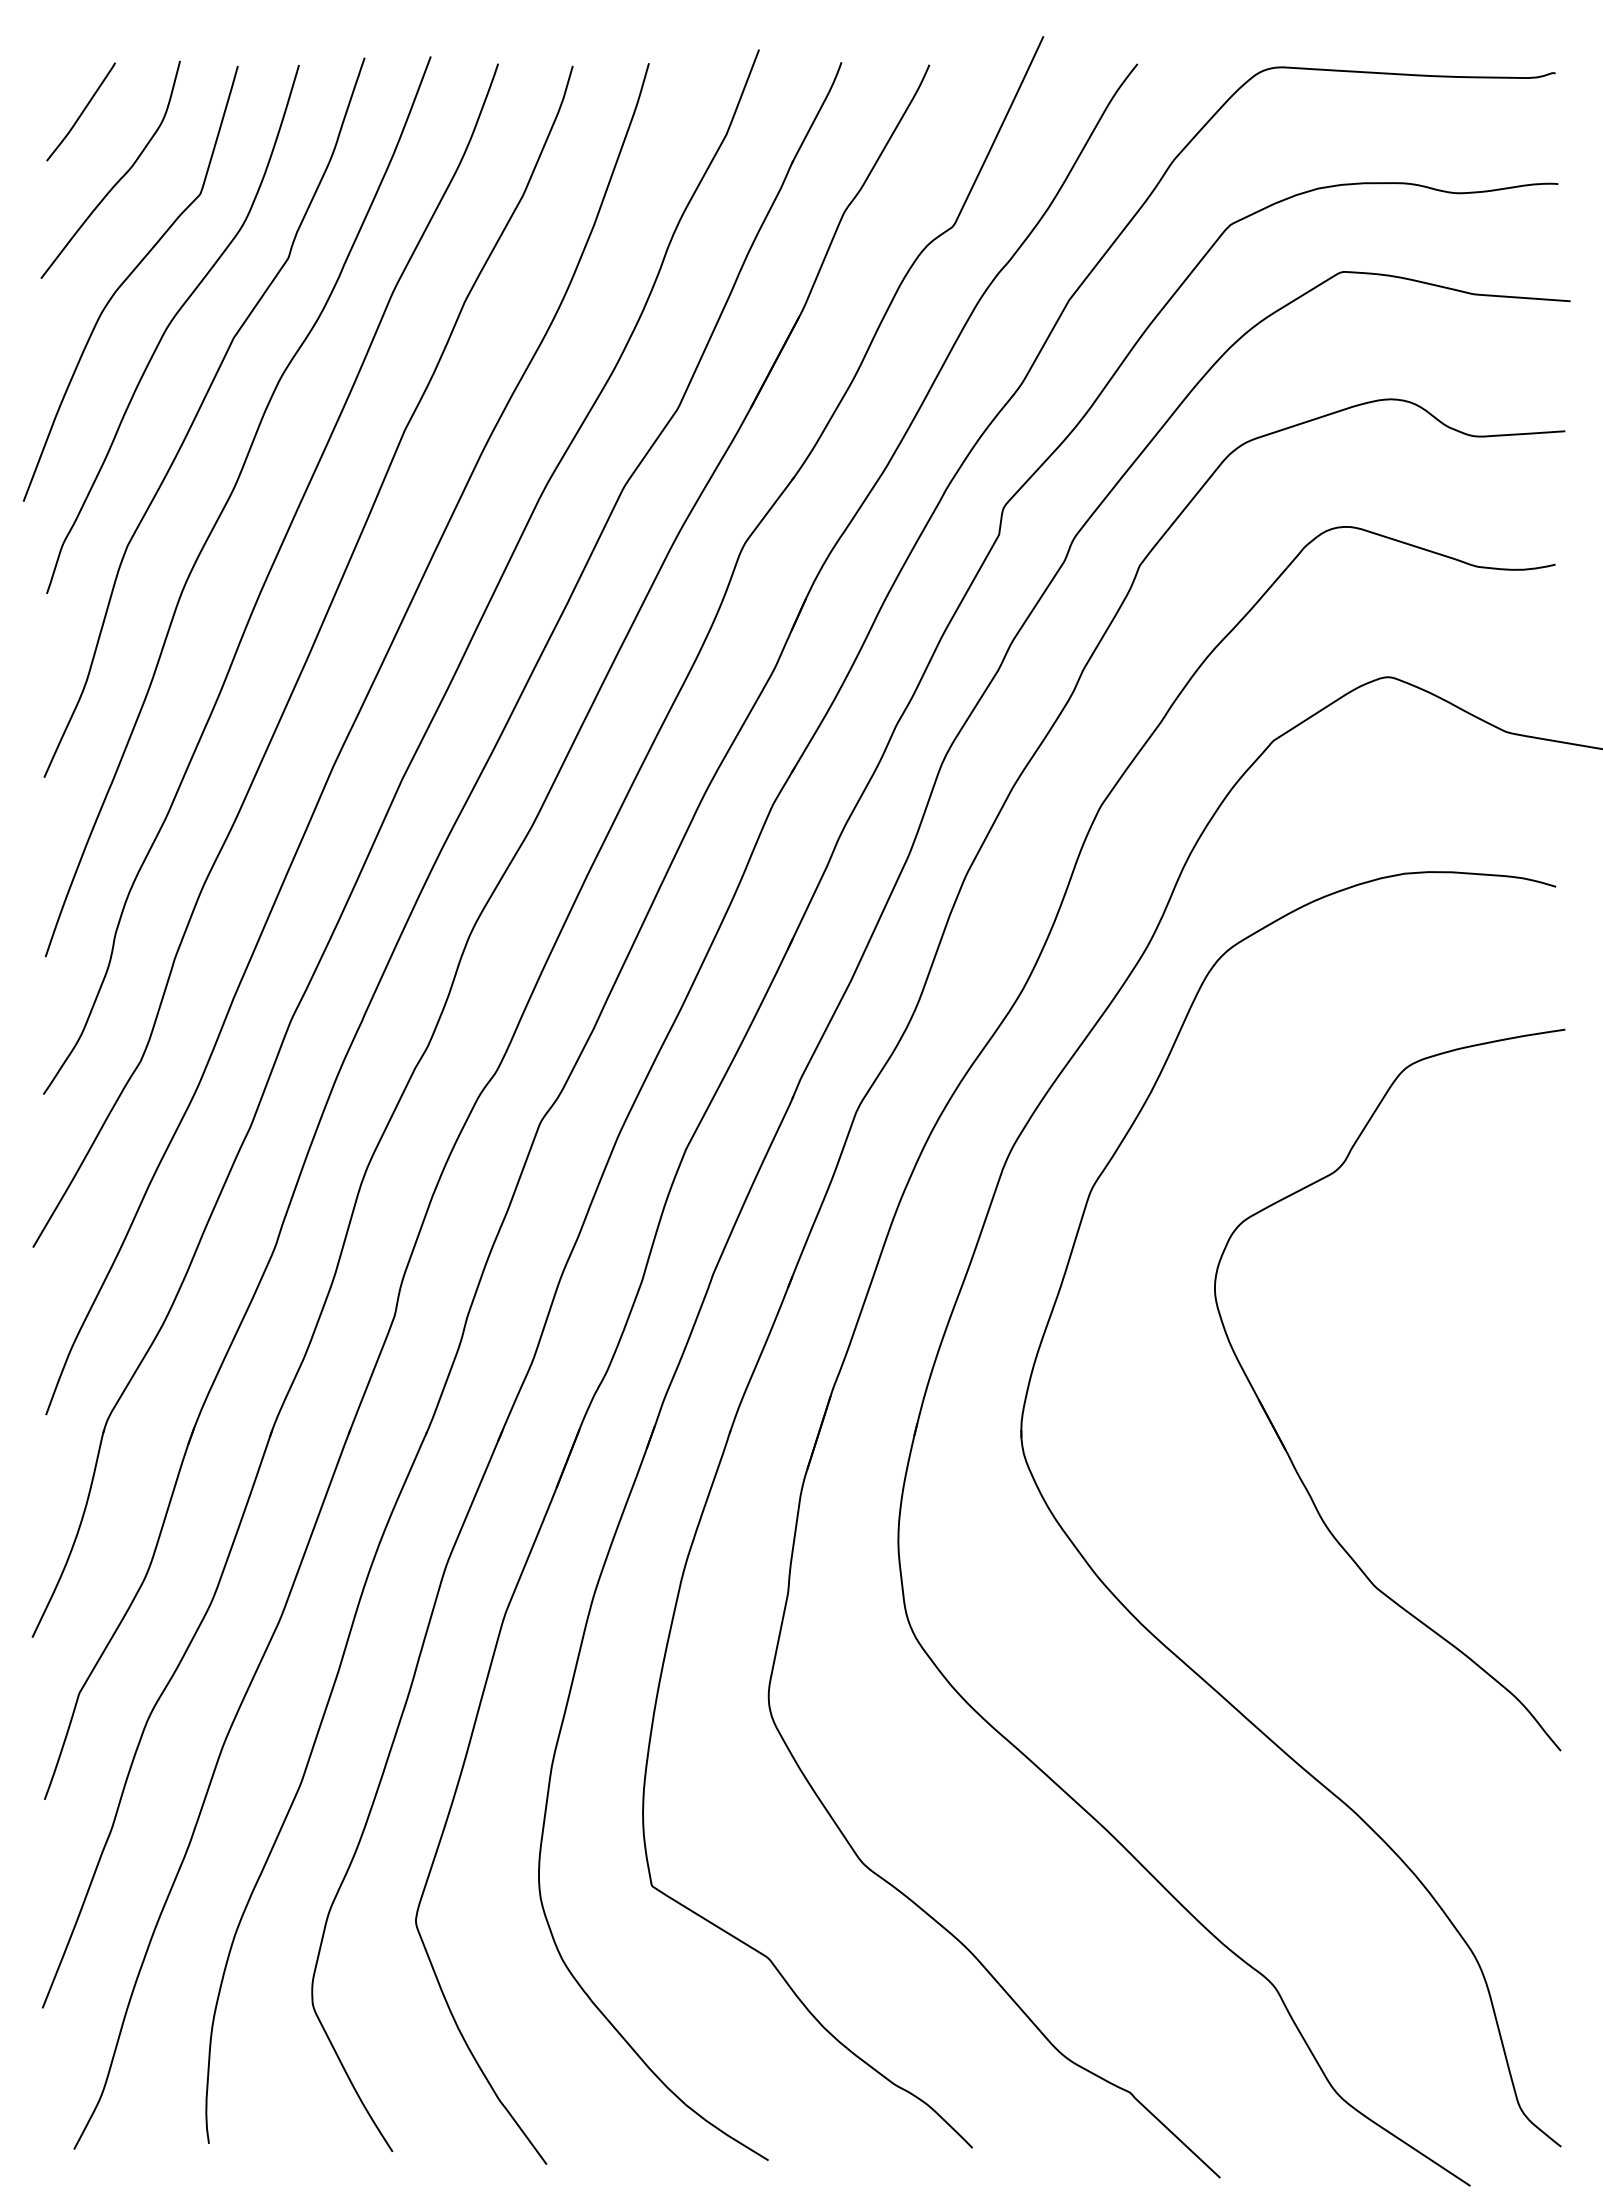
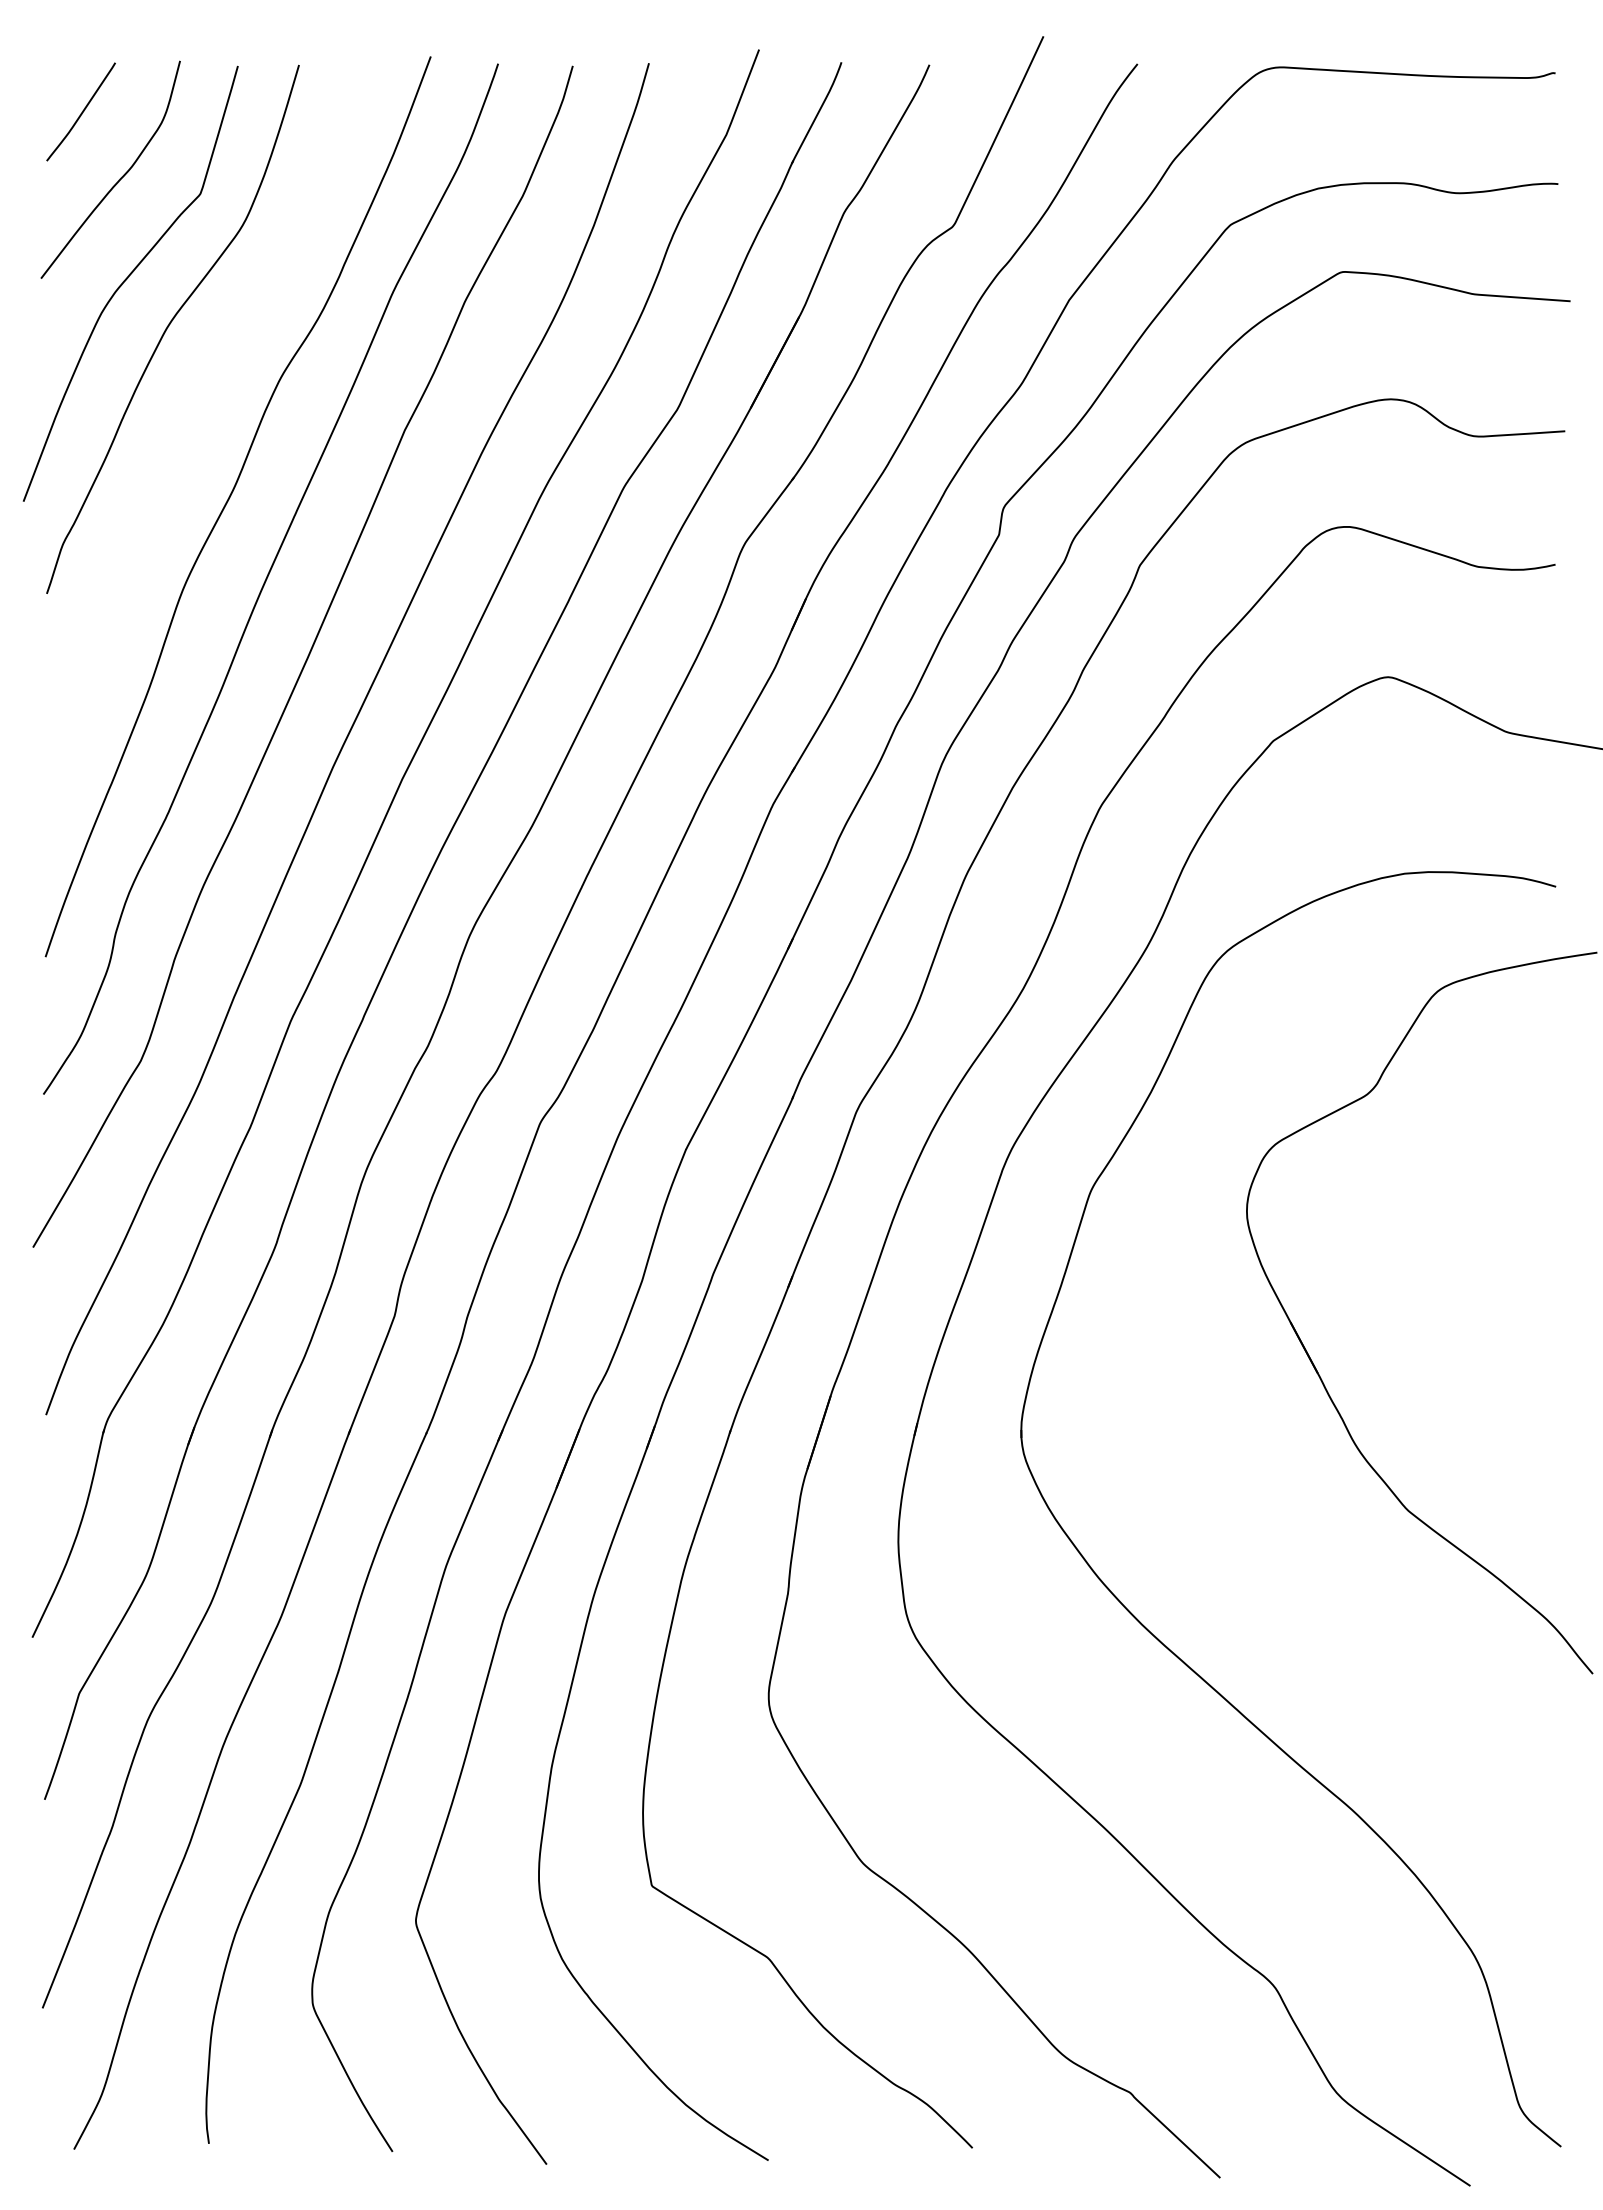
curve at (198, 413): present -> none
part at (1283, 1443) position: (1283, 1443) -> (1315, 1366)
